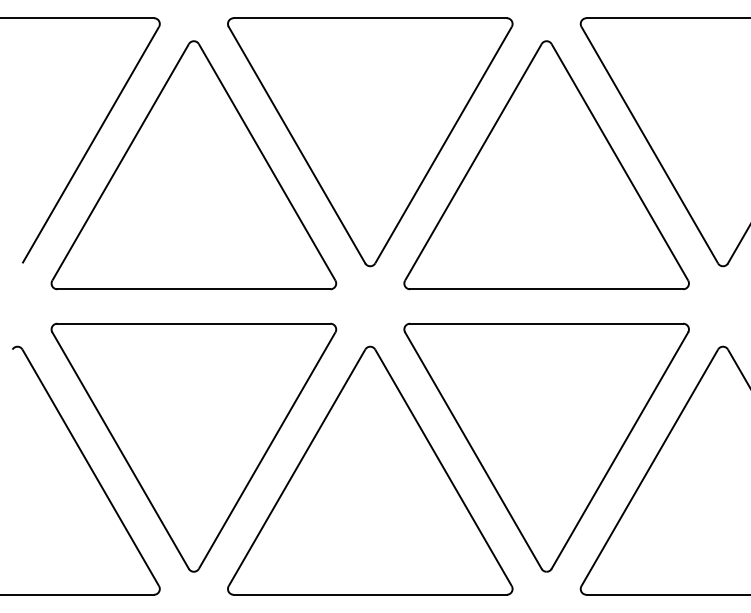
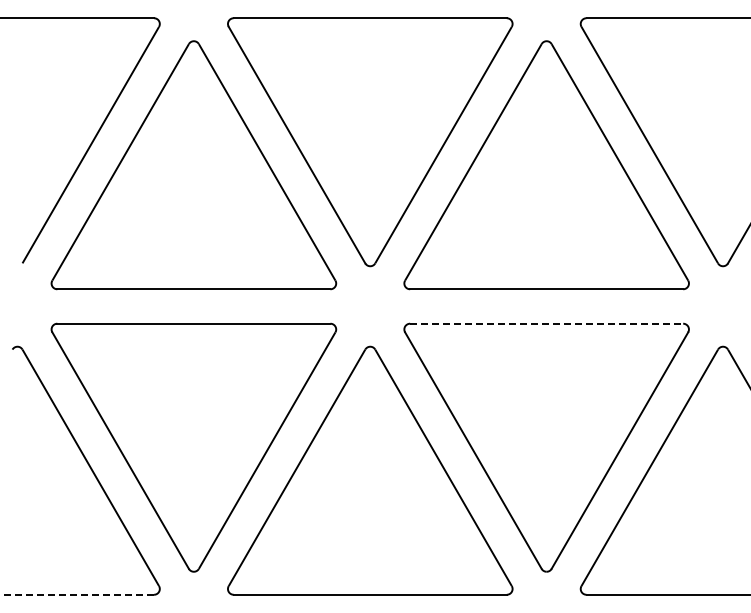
line at (546, 323): solid -> dashed
line at (77, 594): solid -> dashed
